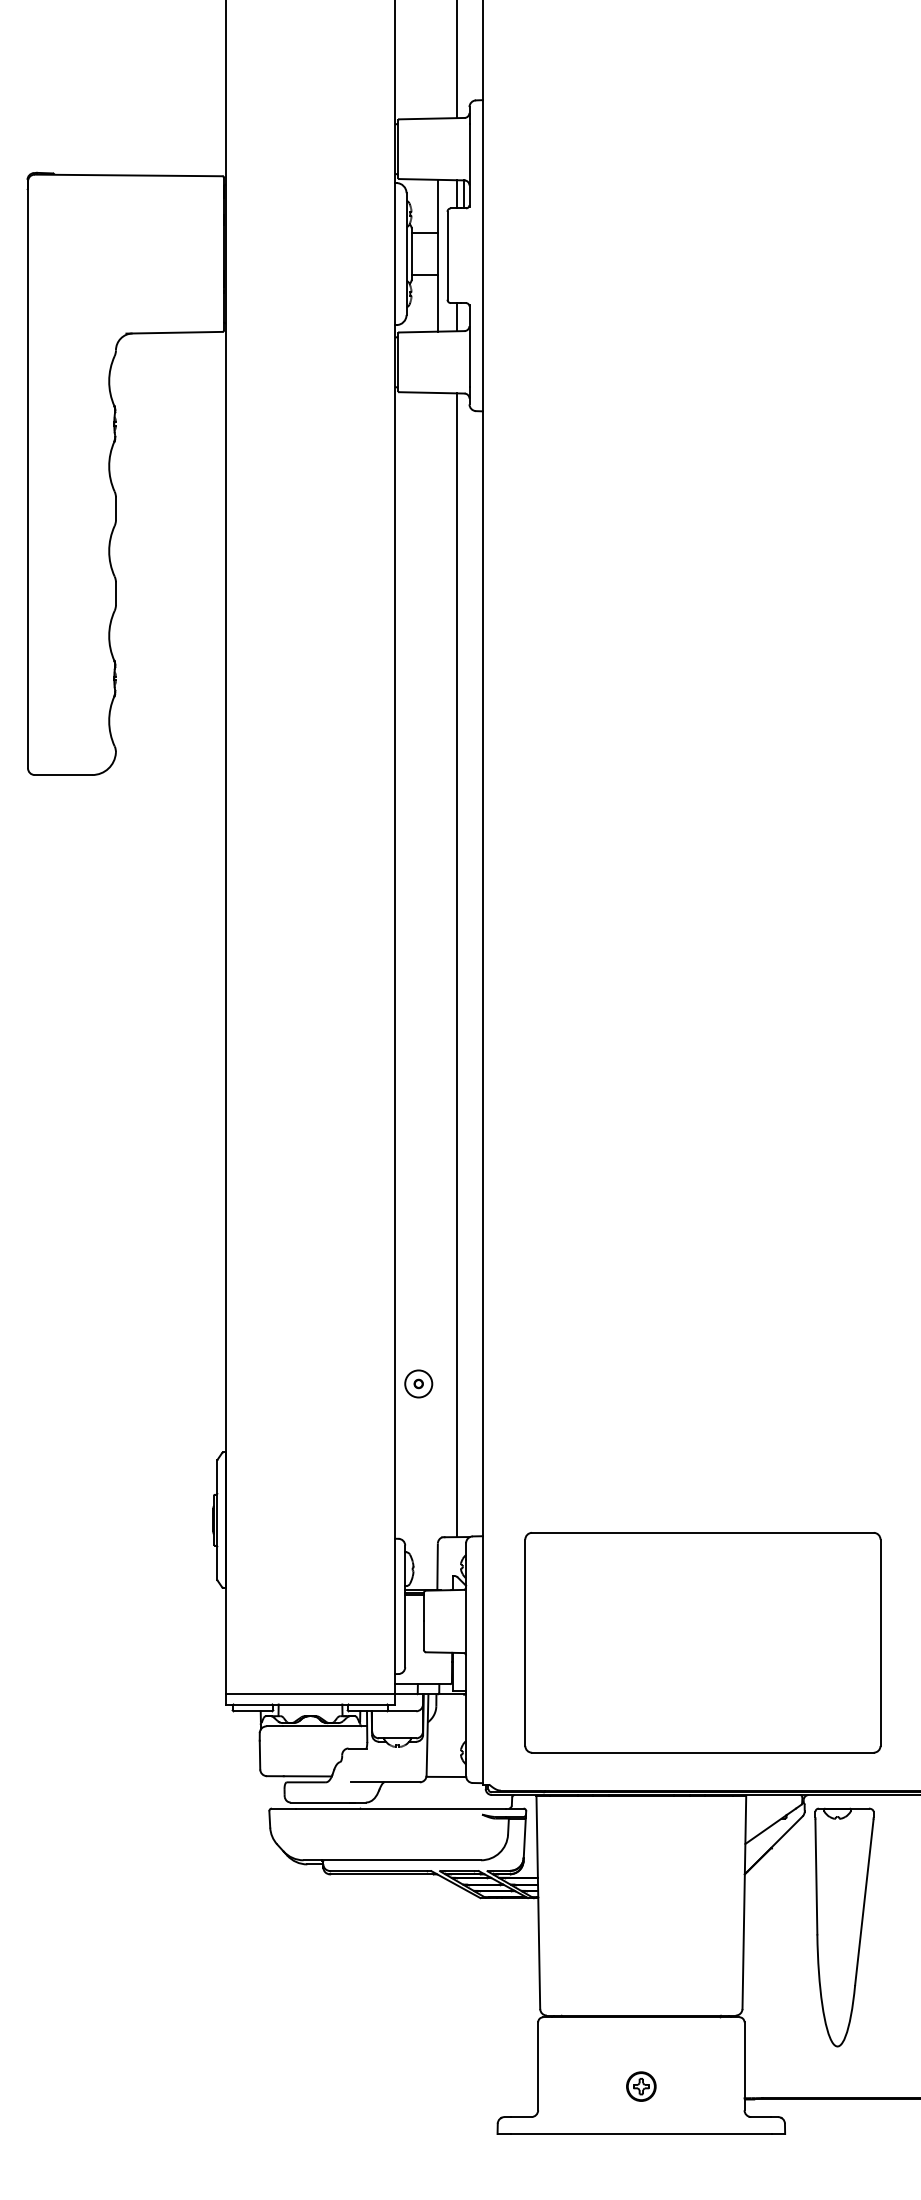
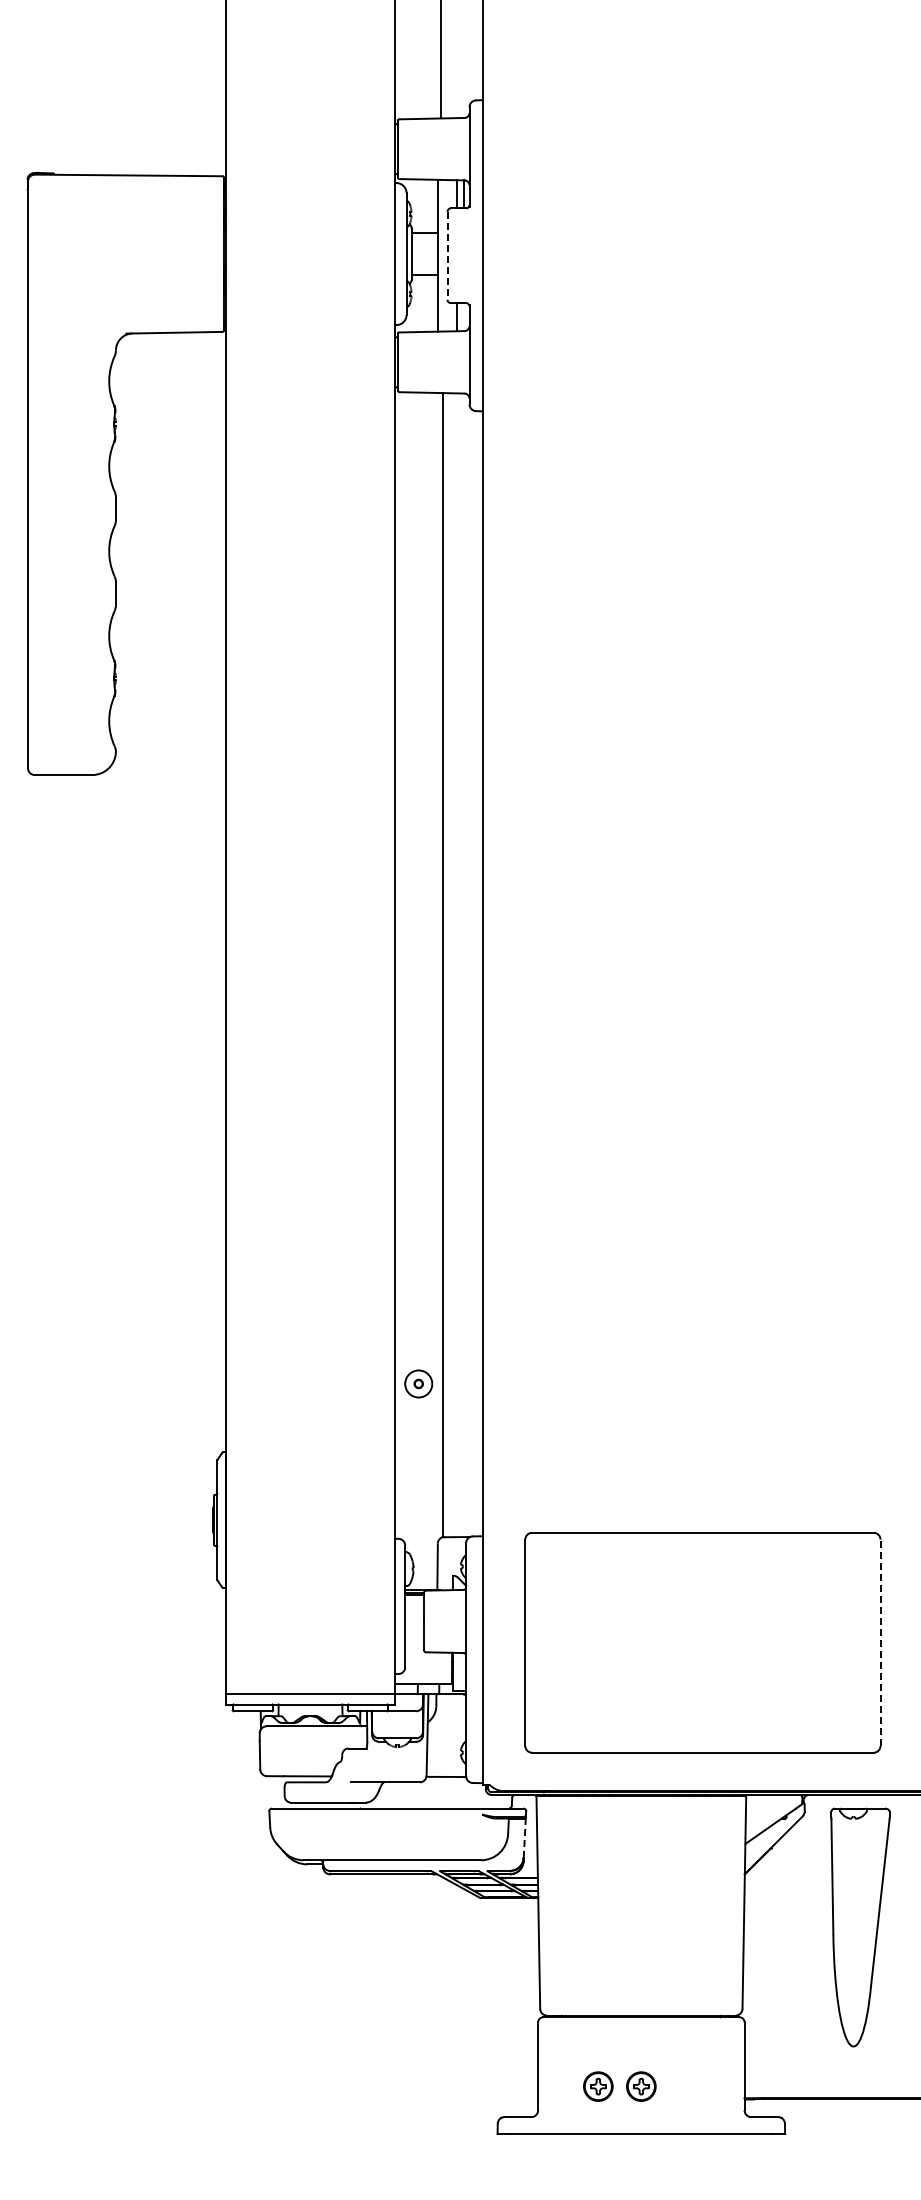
line at (457, 60) position: (457, 60) -> (441, 60)
line at (447, 255): solid -> dashed
line at (457, 965) position: (457, 965) -> (443, 965)
line at (880, 1642): solid -> dashed
line at (524, 1838): solid -> dashed
part at (844, 1927) position: (844, 1927) -> (860, 1927)
part at (598, 2086): none -> present
